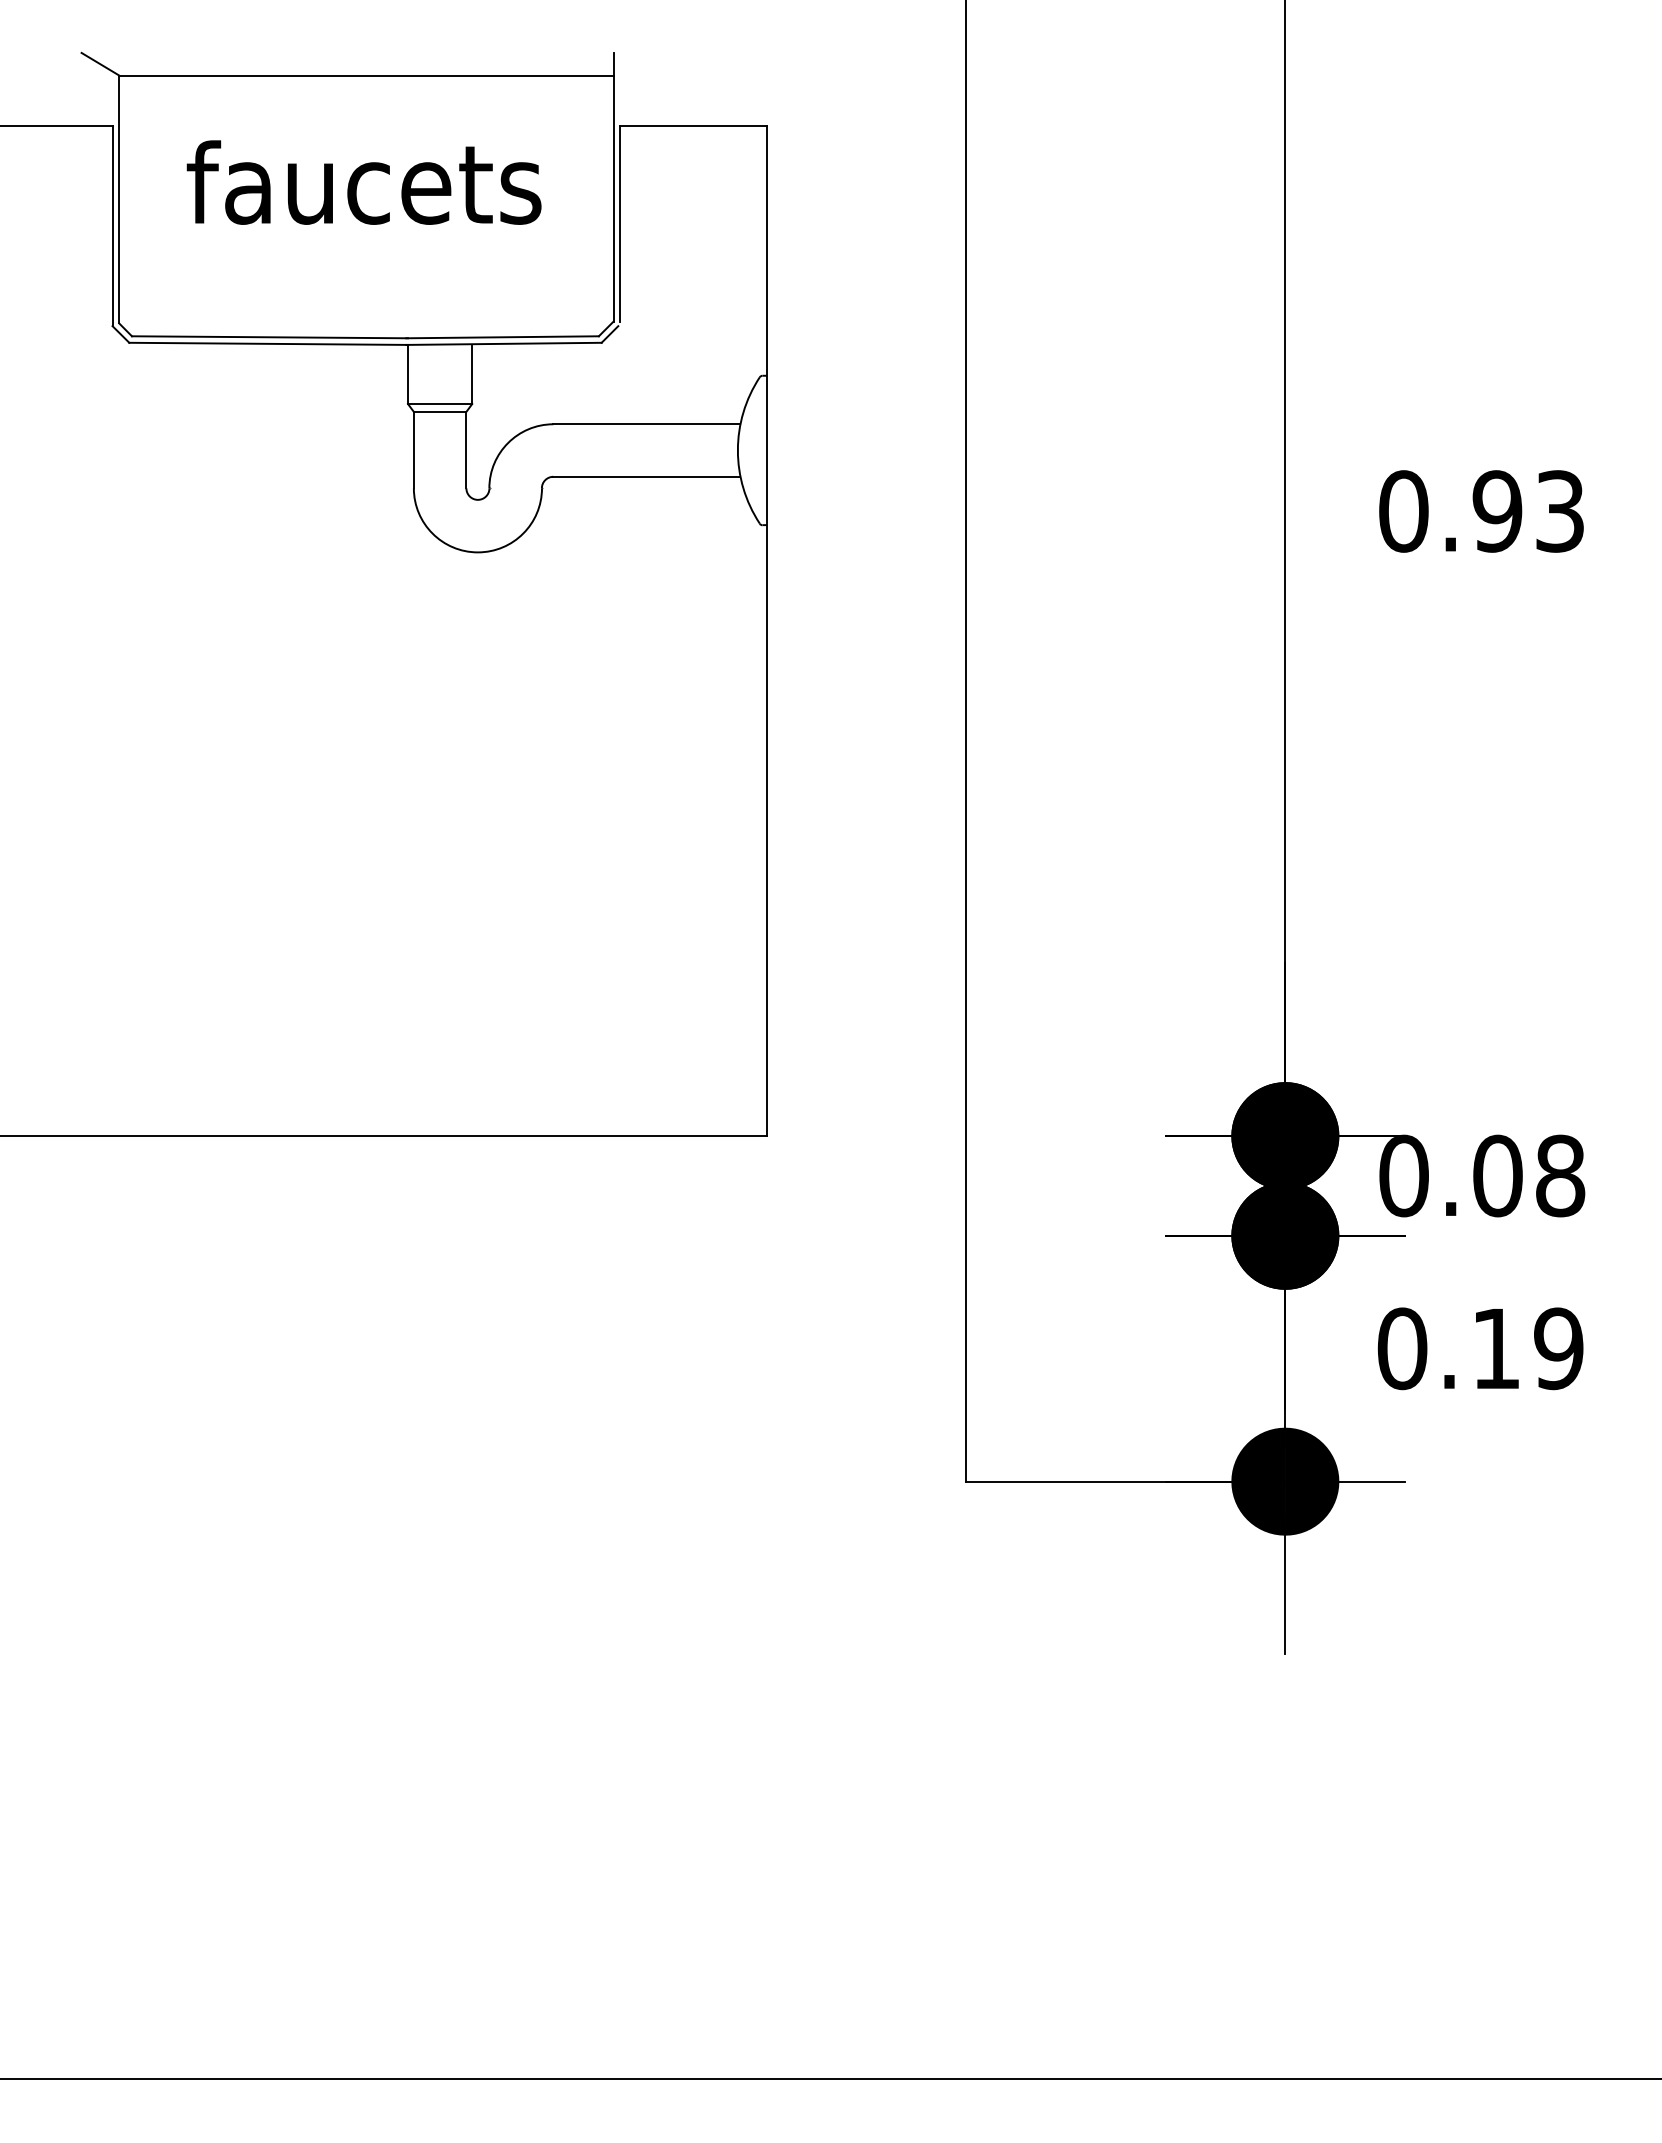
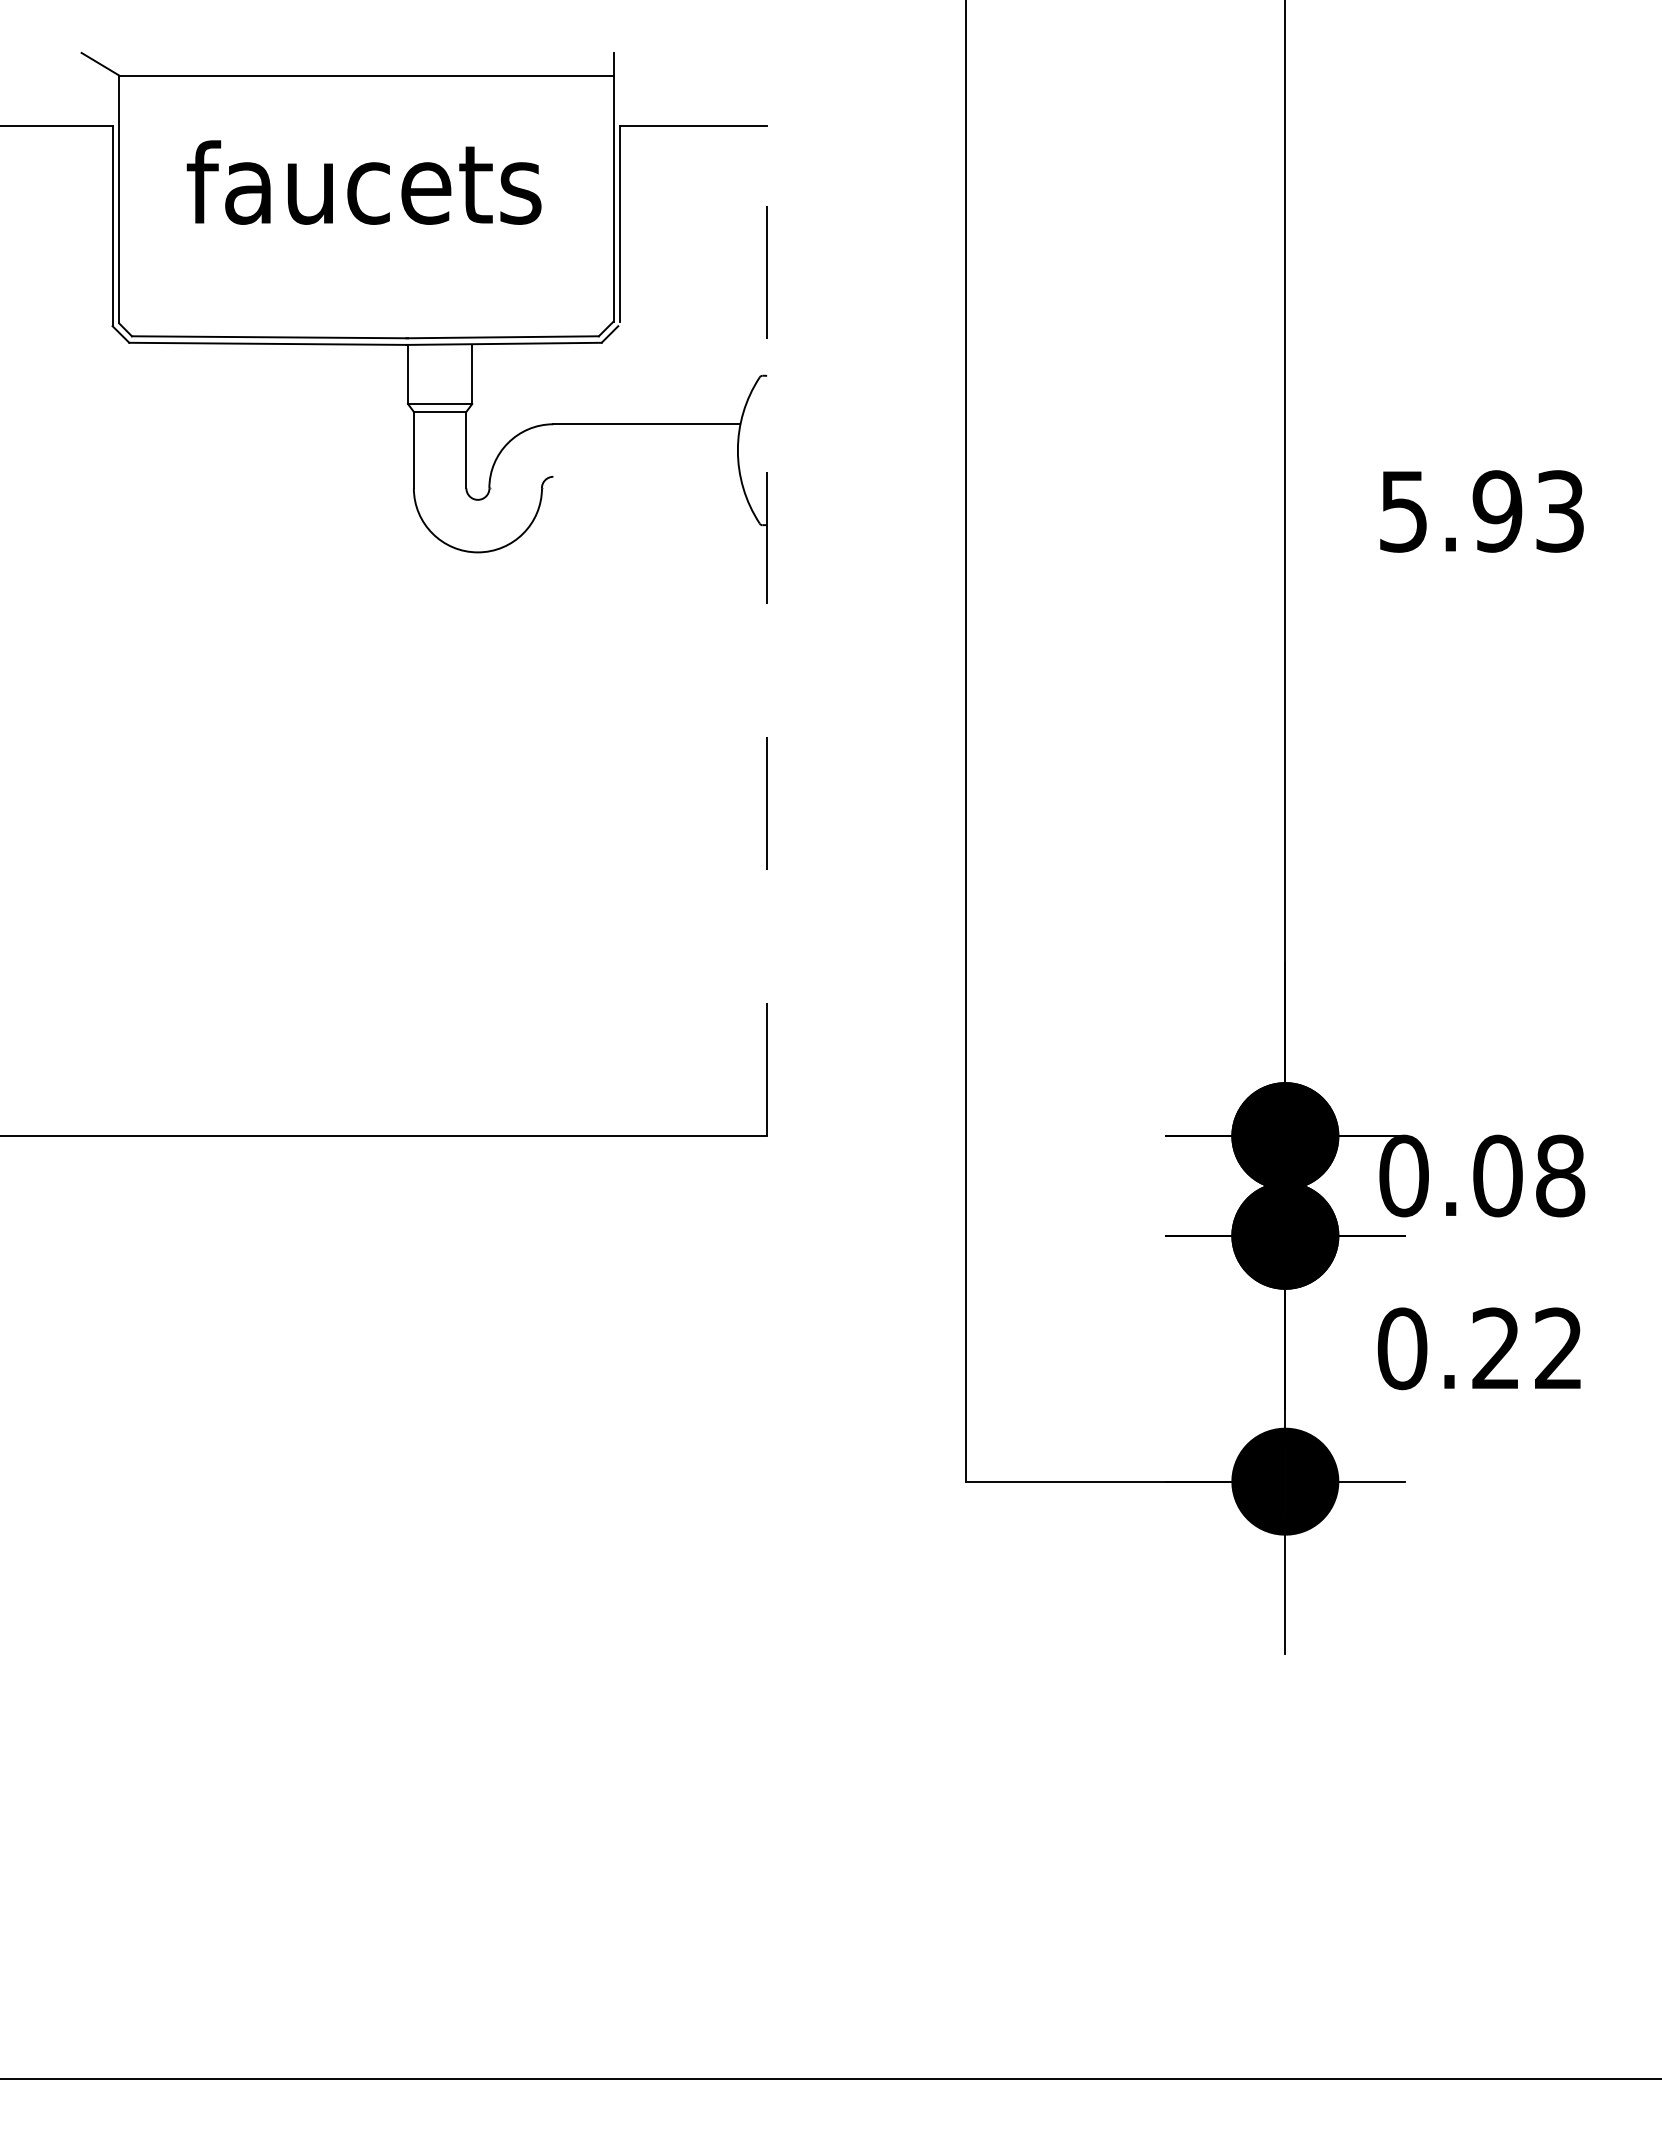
line at (646, 476): present -> none
text at (1403, 511): 0.93 -> 5.93
line at (767, 630): solid -> dashed
text at (1527, 1348): 0.19 -> 0.22
